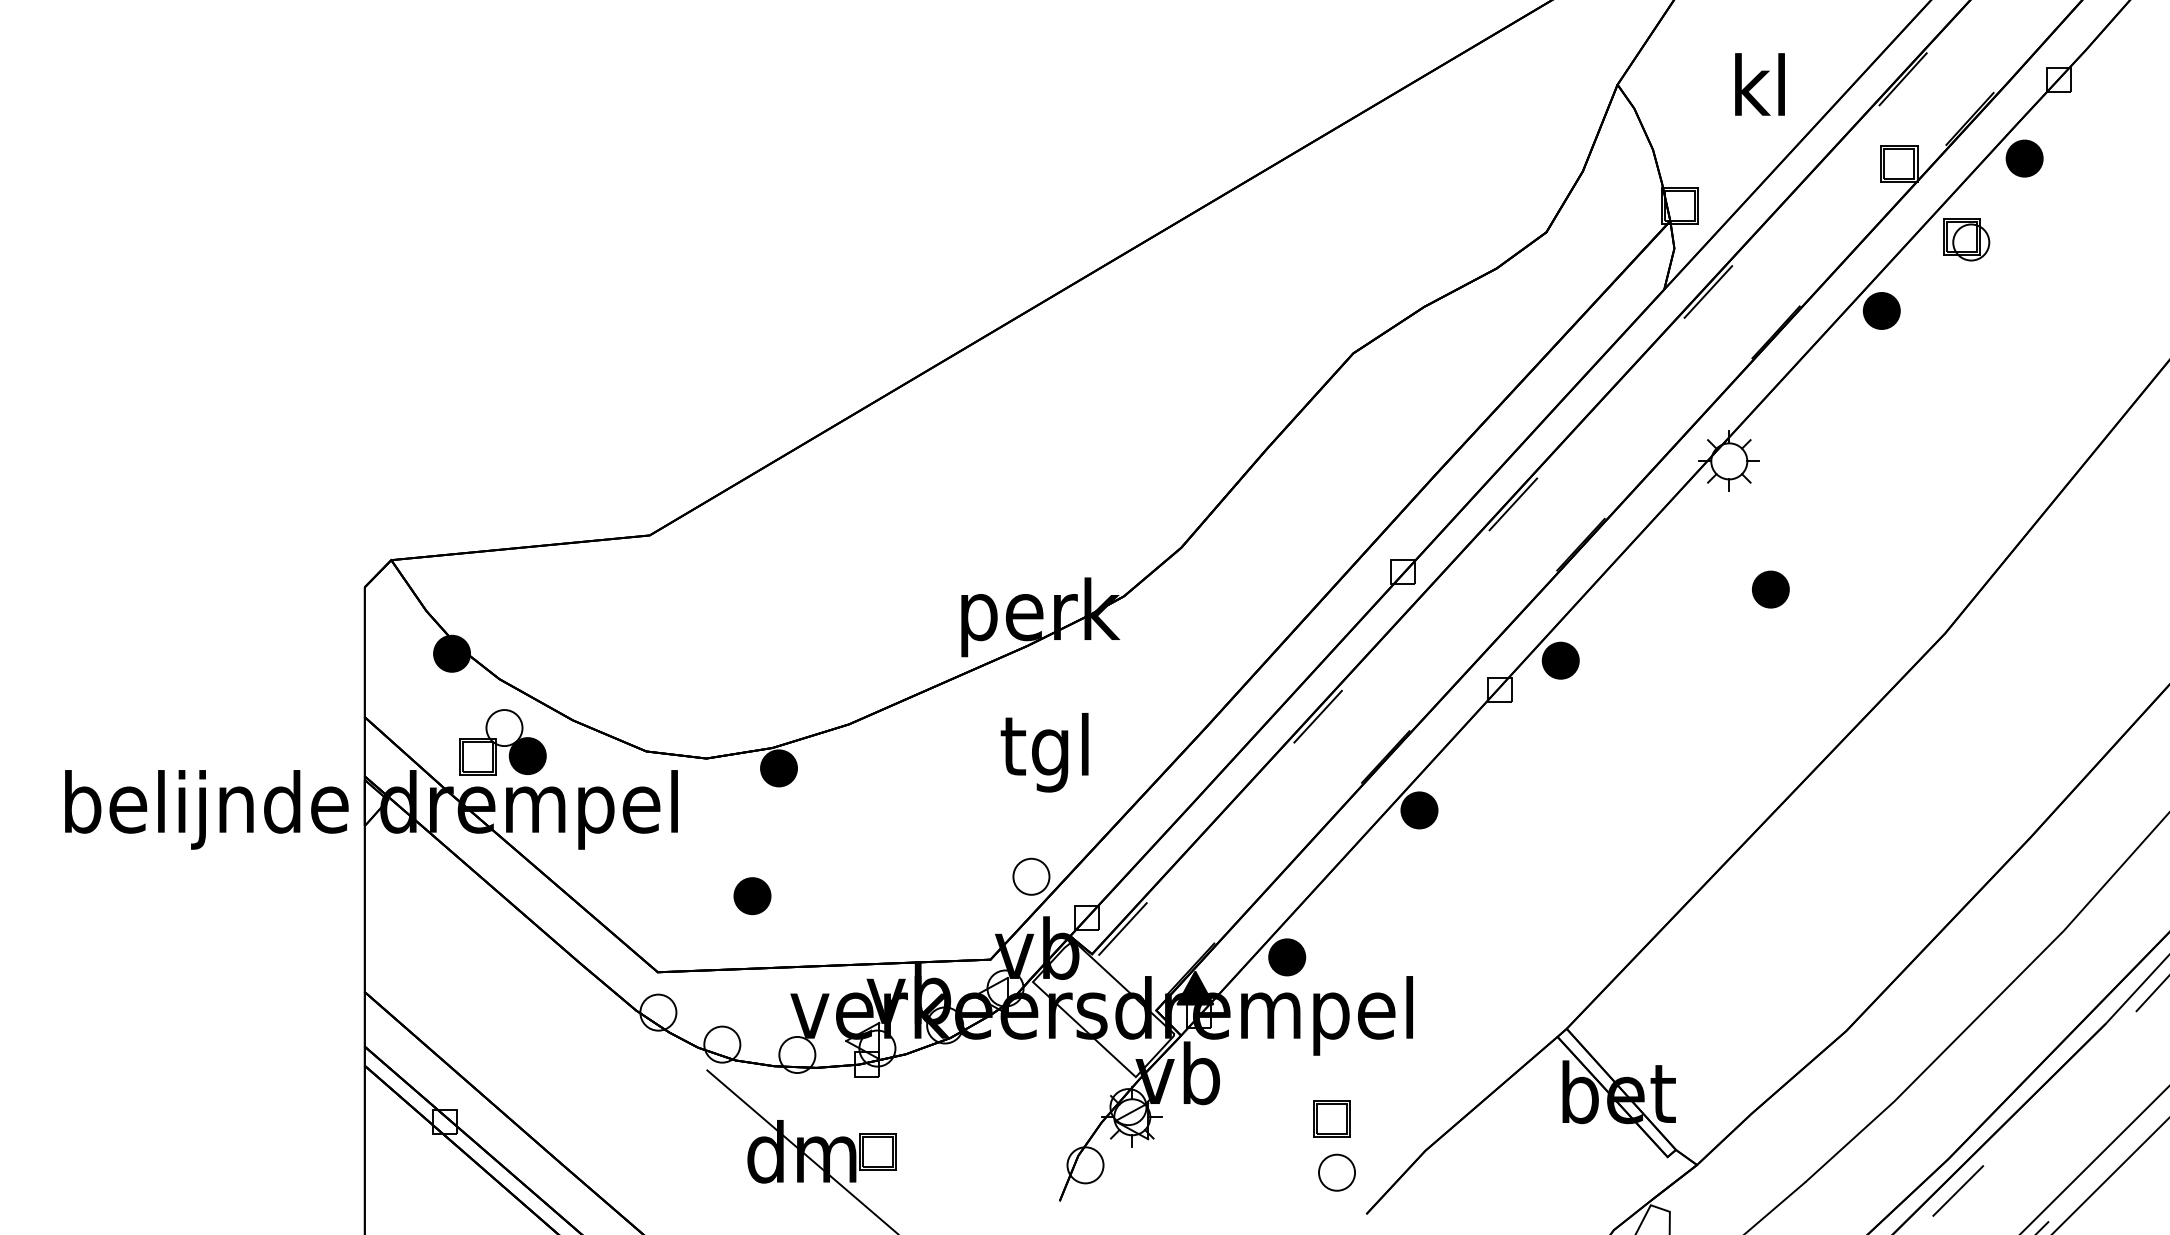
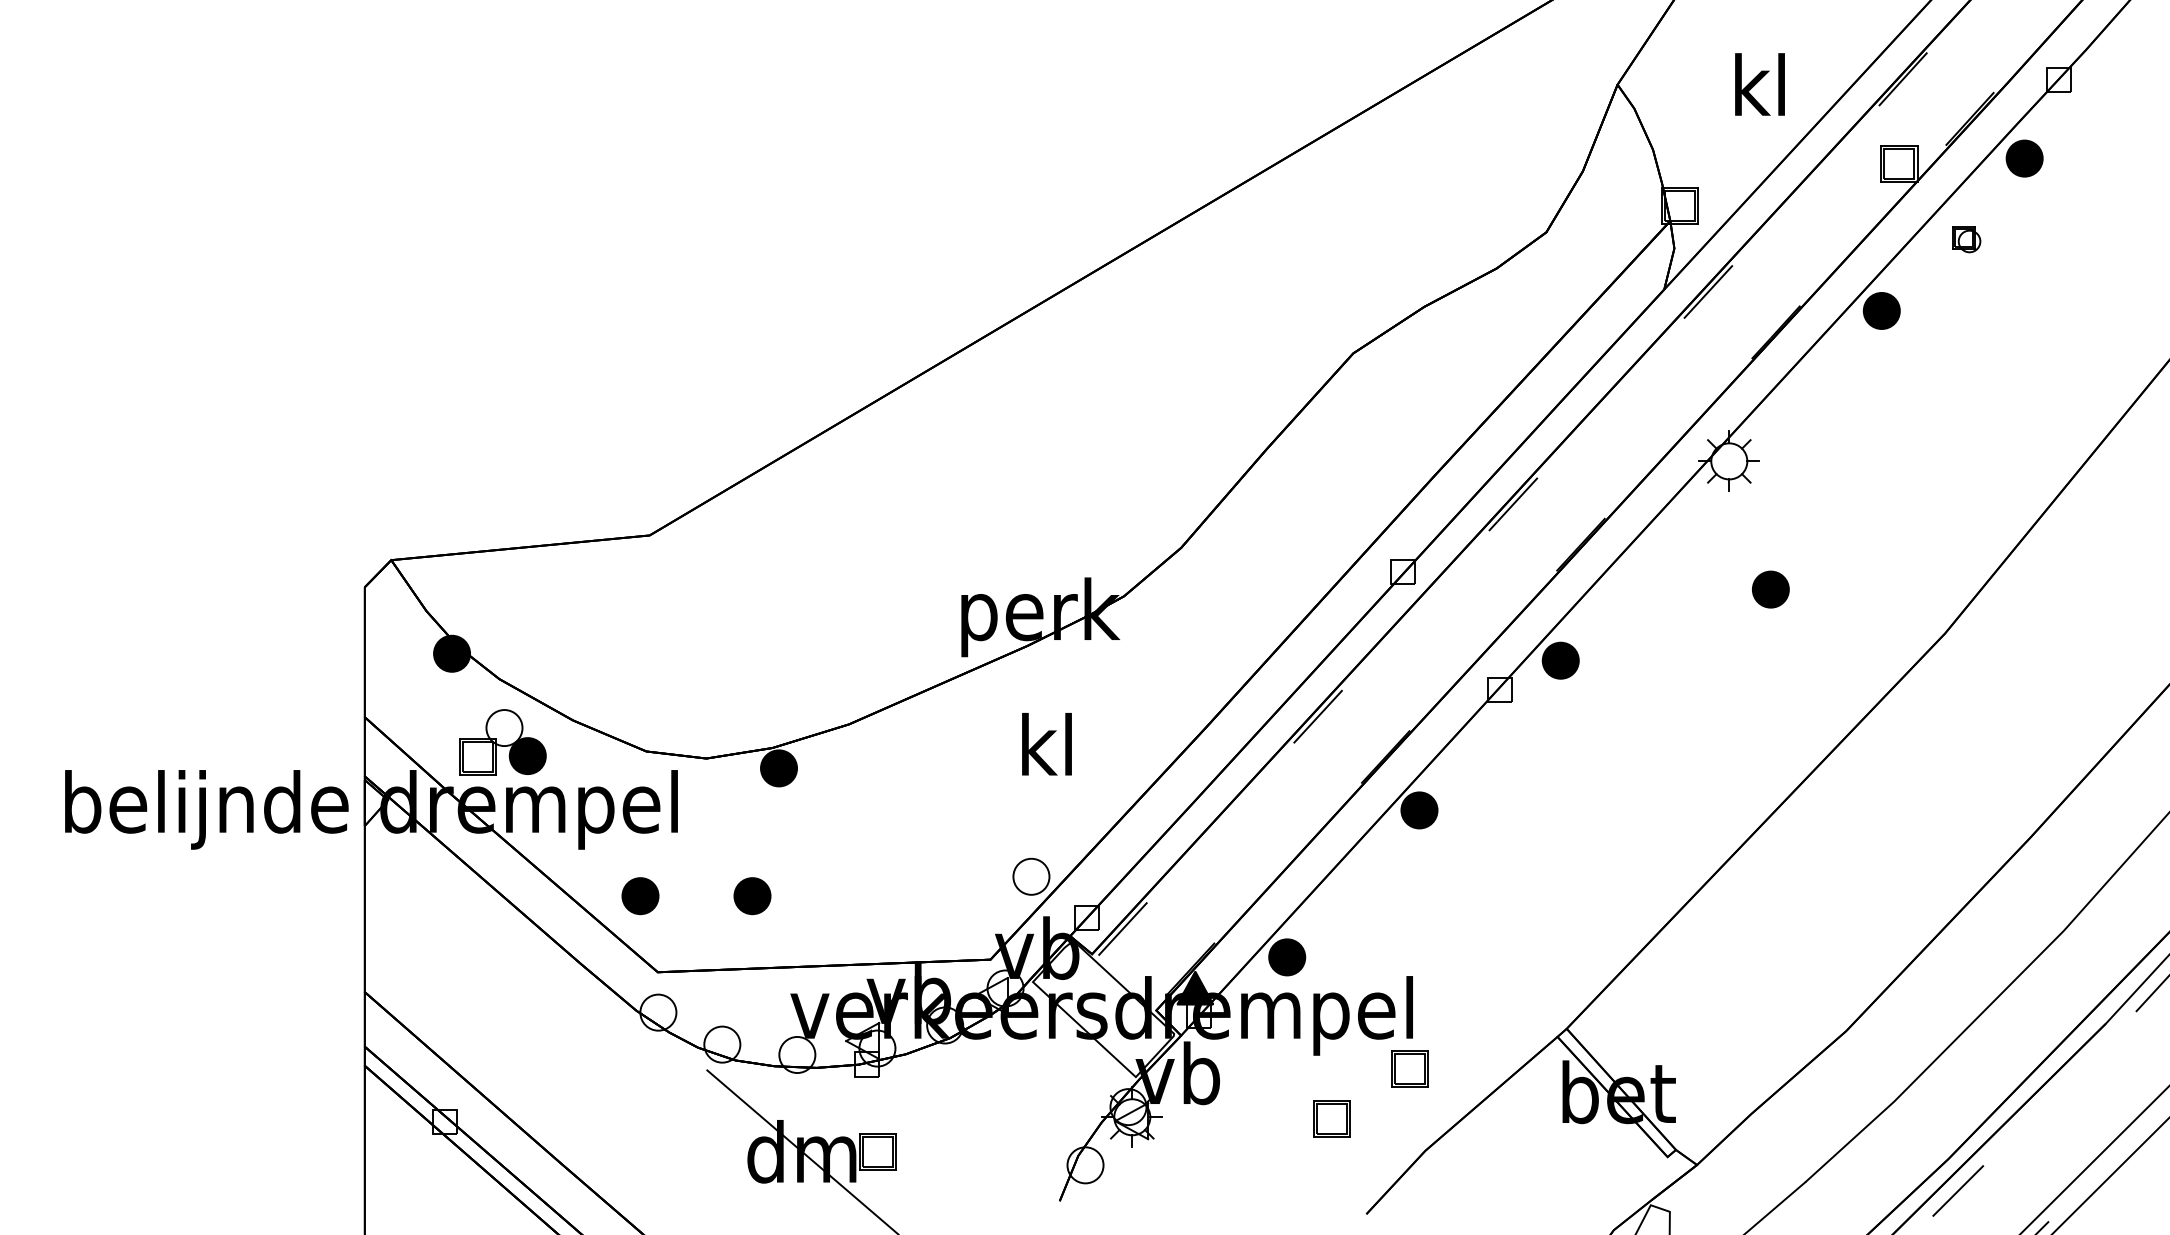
part at (1966, 239) size: 48x44 px -> 30x28 px
text at (1044, 752): tgl -> kl
part at (640, 896): none -> present
part at (1409, 1068): none -> present
part at (1336, 1172): present -> none
